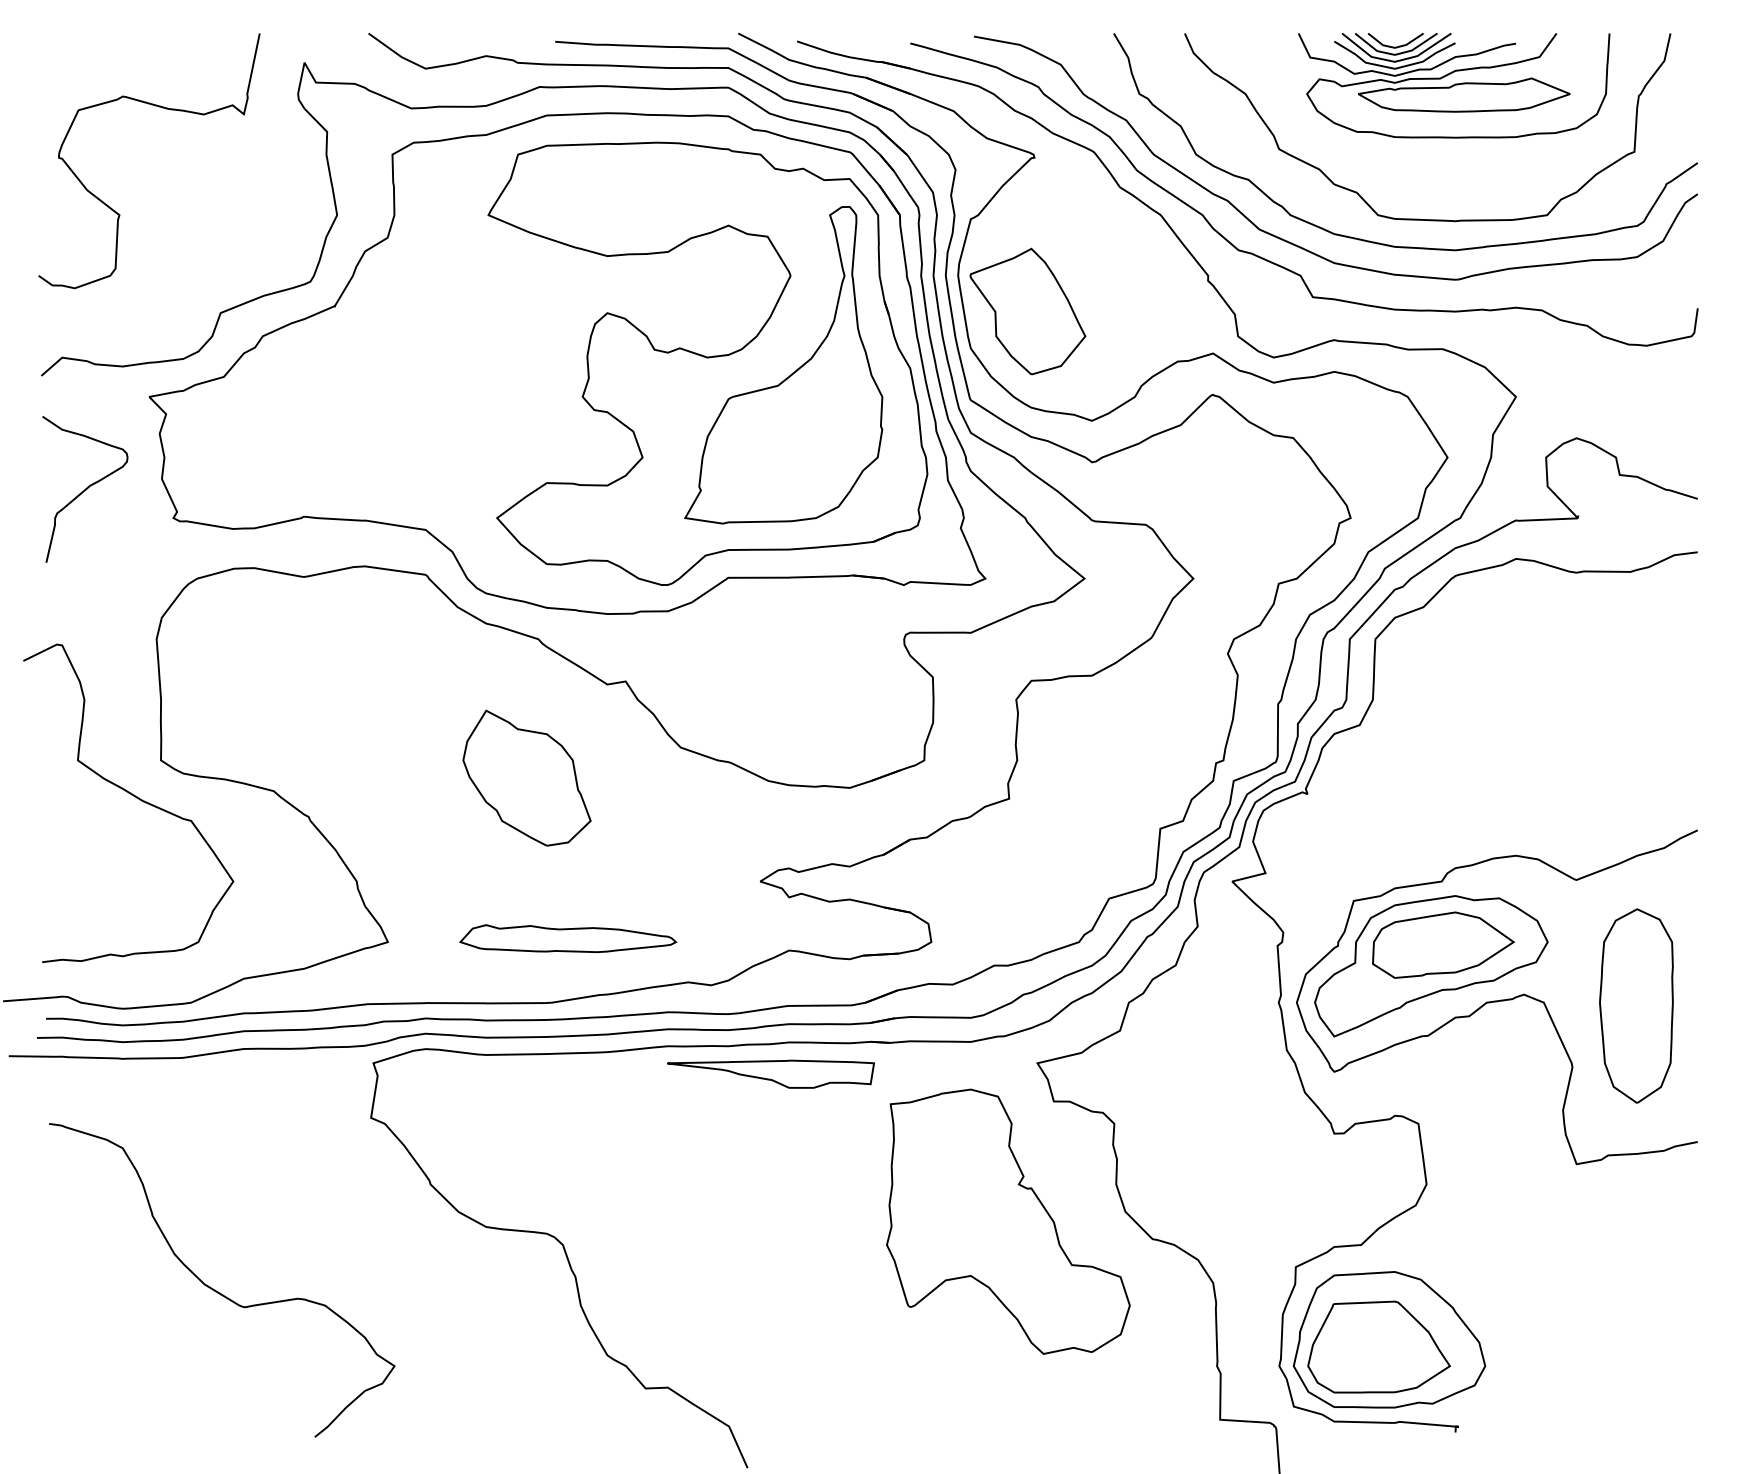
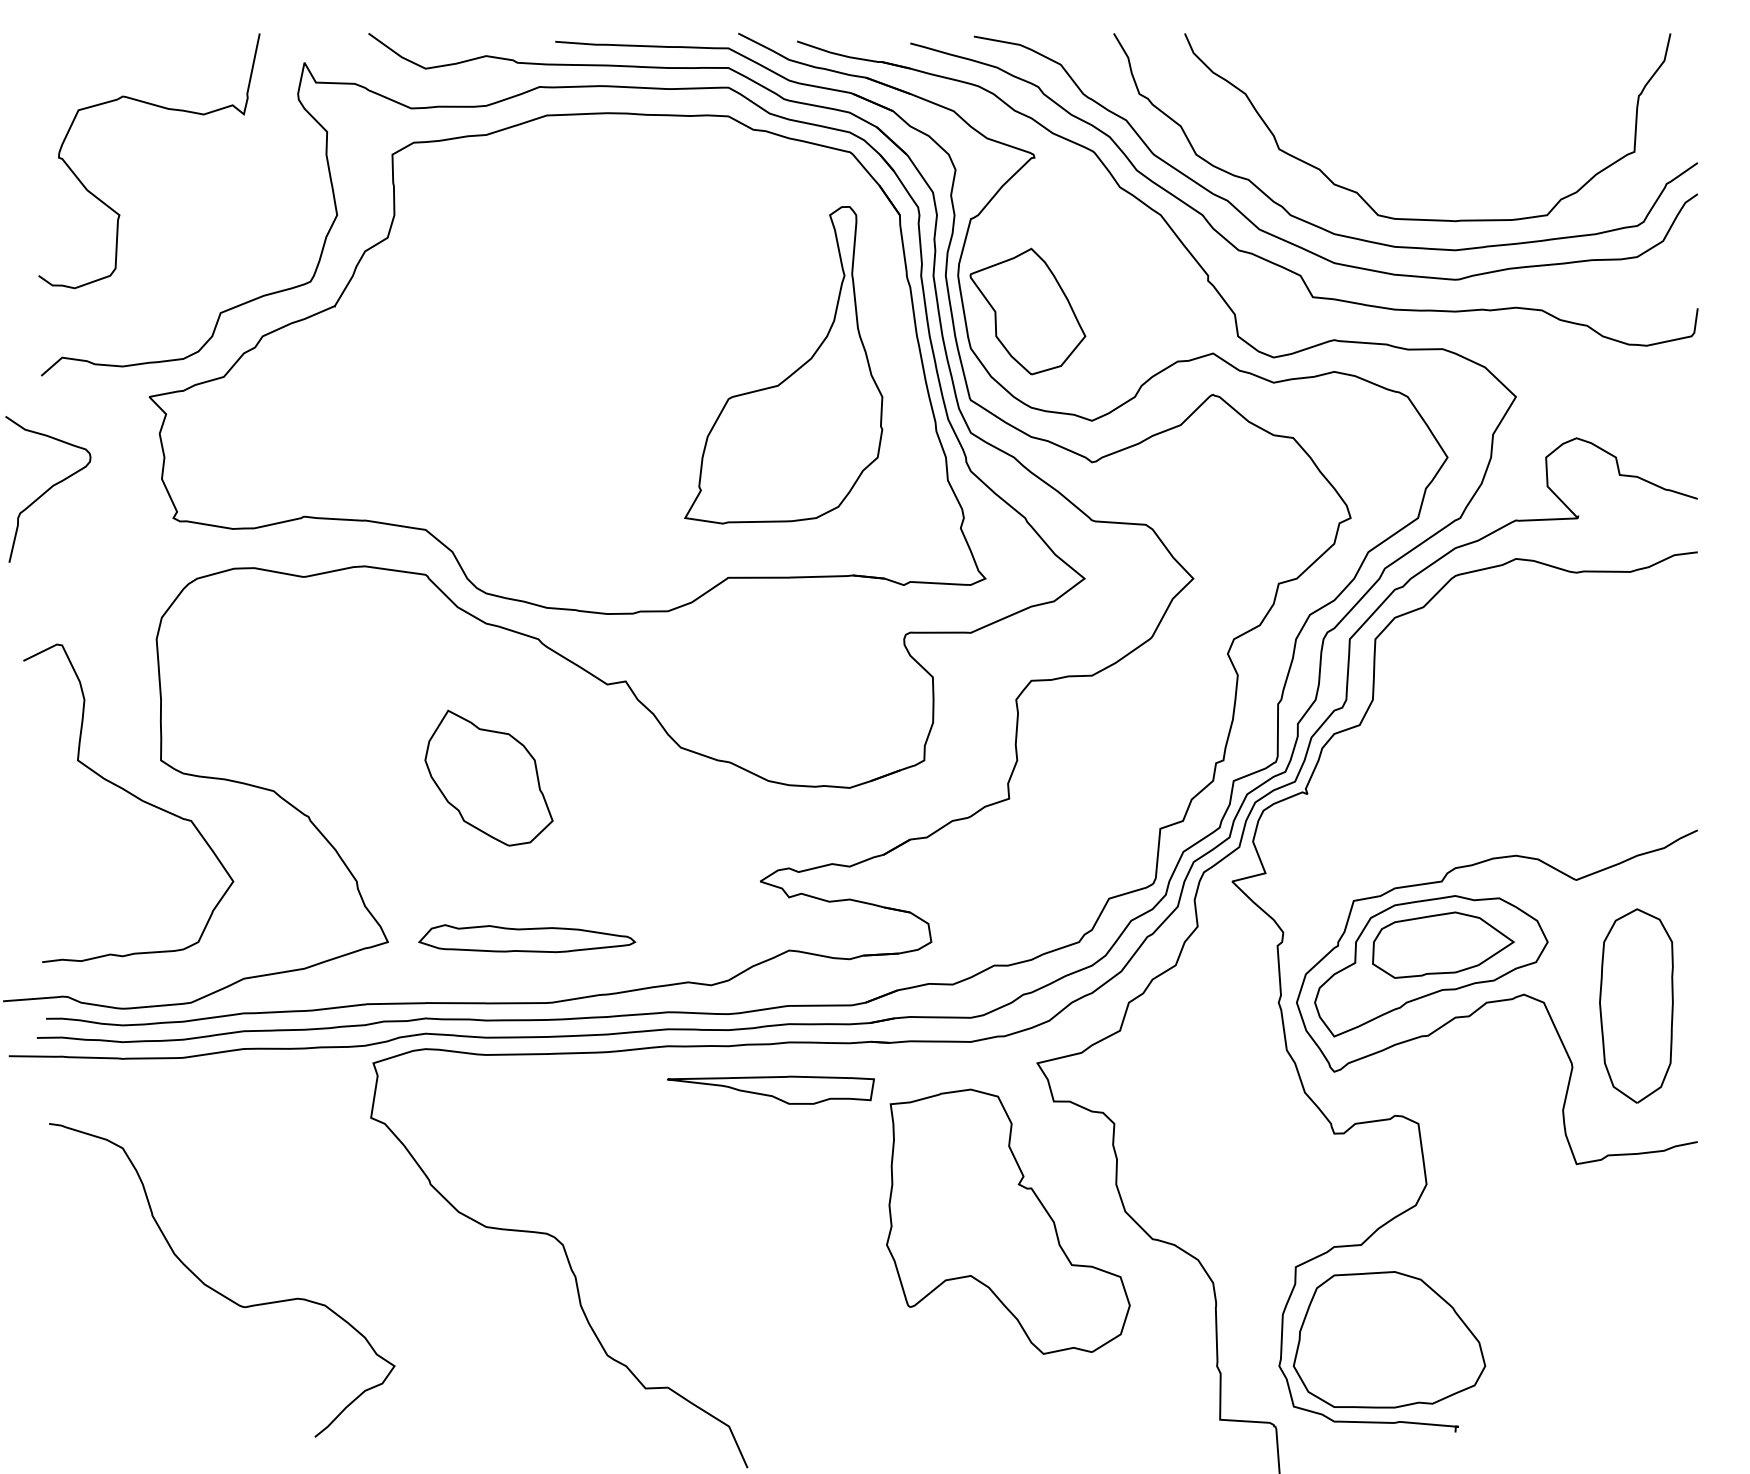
part at (1454, 85): present -> none
part at (707, 363): present -> none
curve at (85, 489) position: (85, 489) -> (48, 489)
part at (526, 777) position: (526, 777) -> (488, 777)
part at (568, 938) position: (568, 938) -> (527, 938)
part at (770, 1073) position: (770, 1073) -> (770, 1089)
part at (1378, 1346): present -> none
